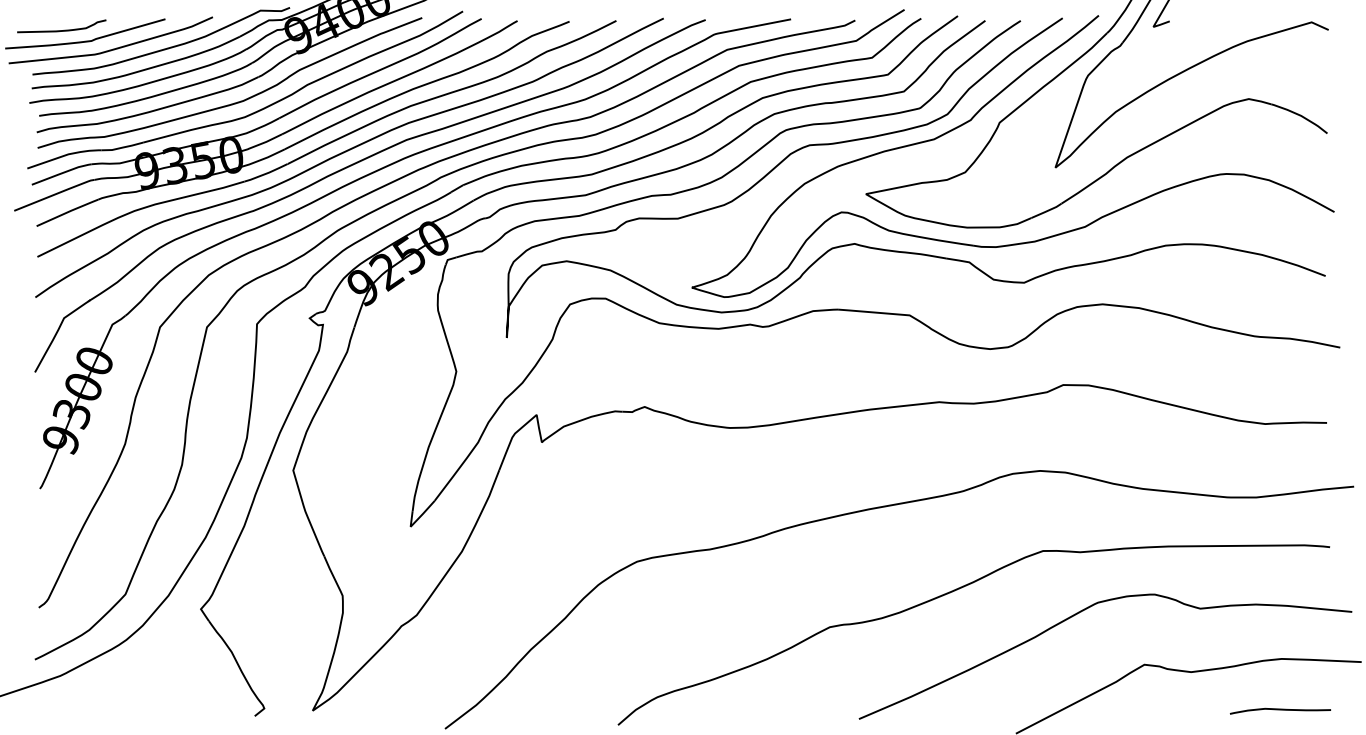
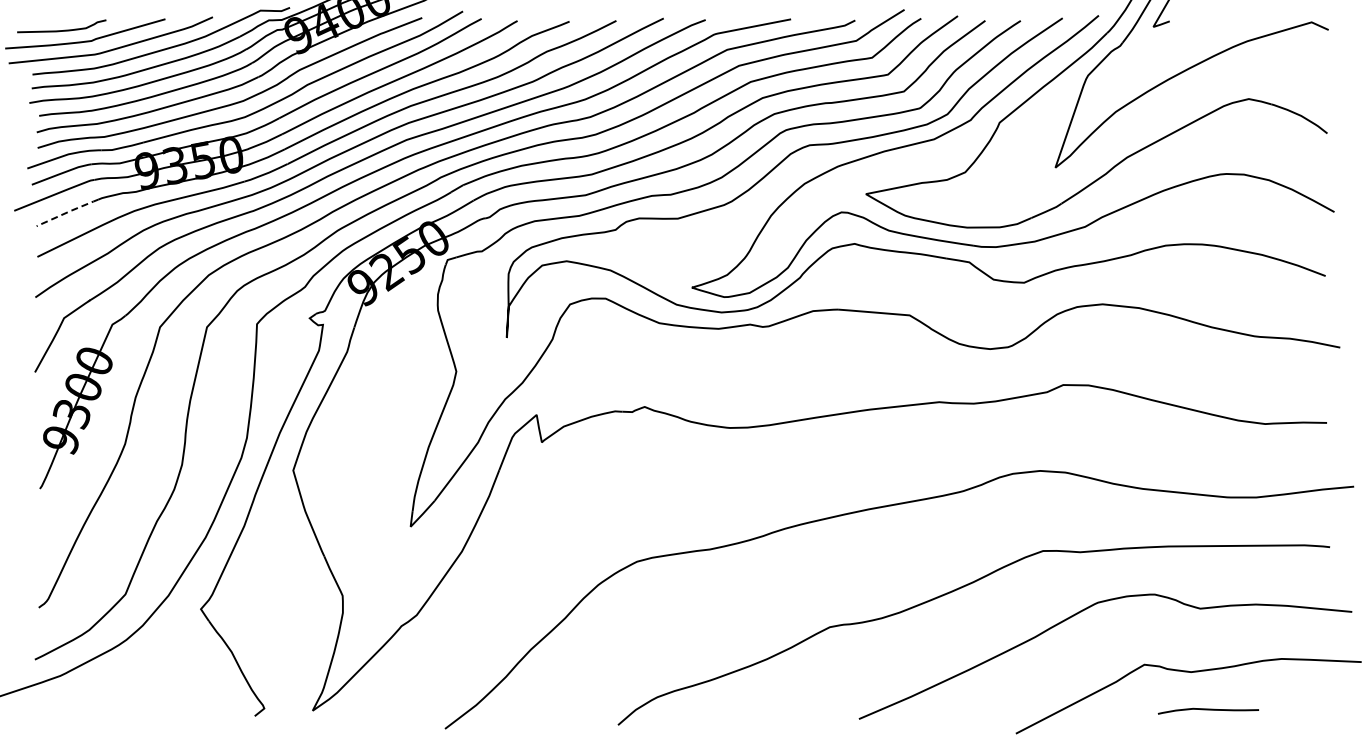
line at (67, 212): solid -> dashed
curve at (1280, 710) position: (1280, 710) -> (1208, 710)
